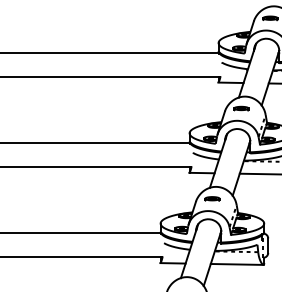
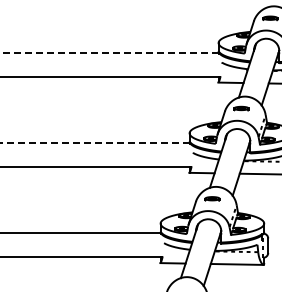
line at (109, 53): solid -> dashed
line at (95, 143): solid -> dashed
